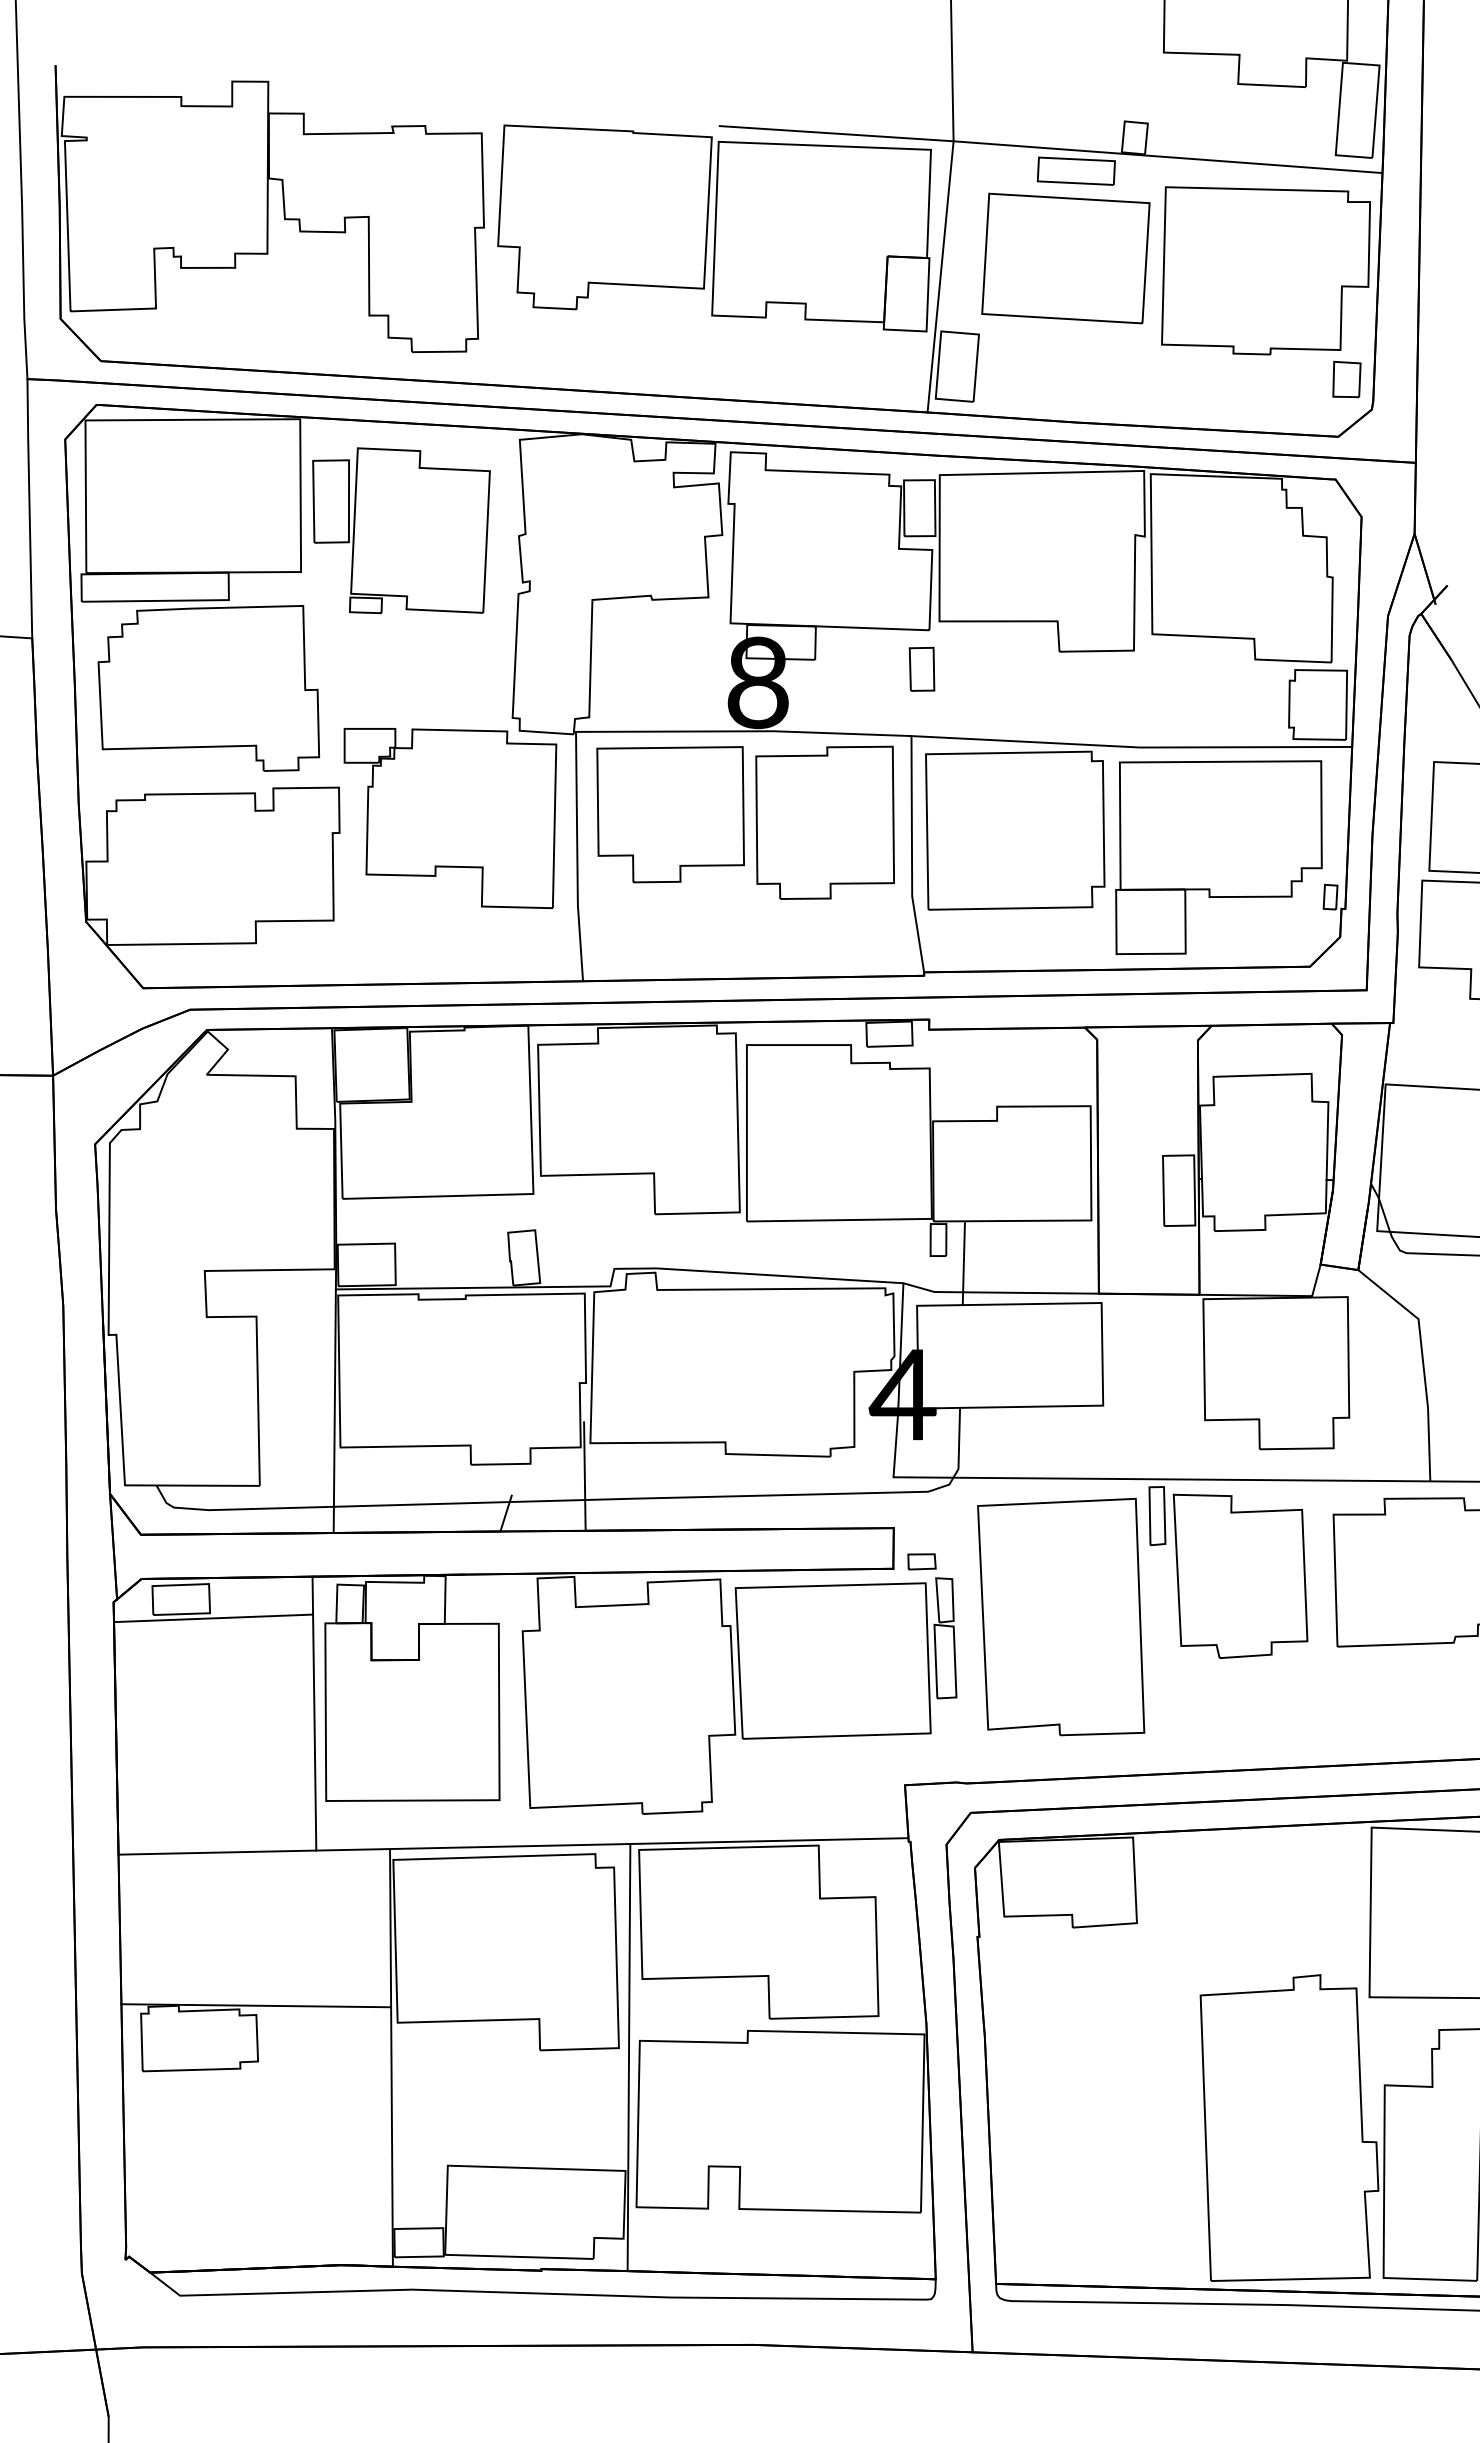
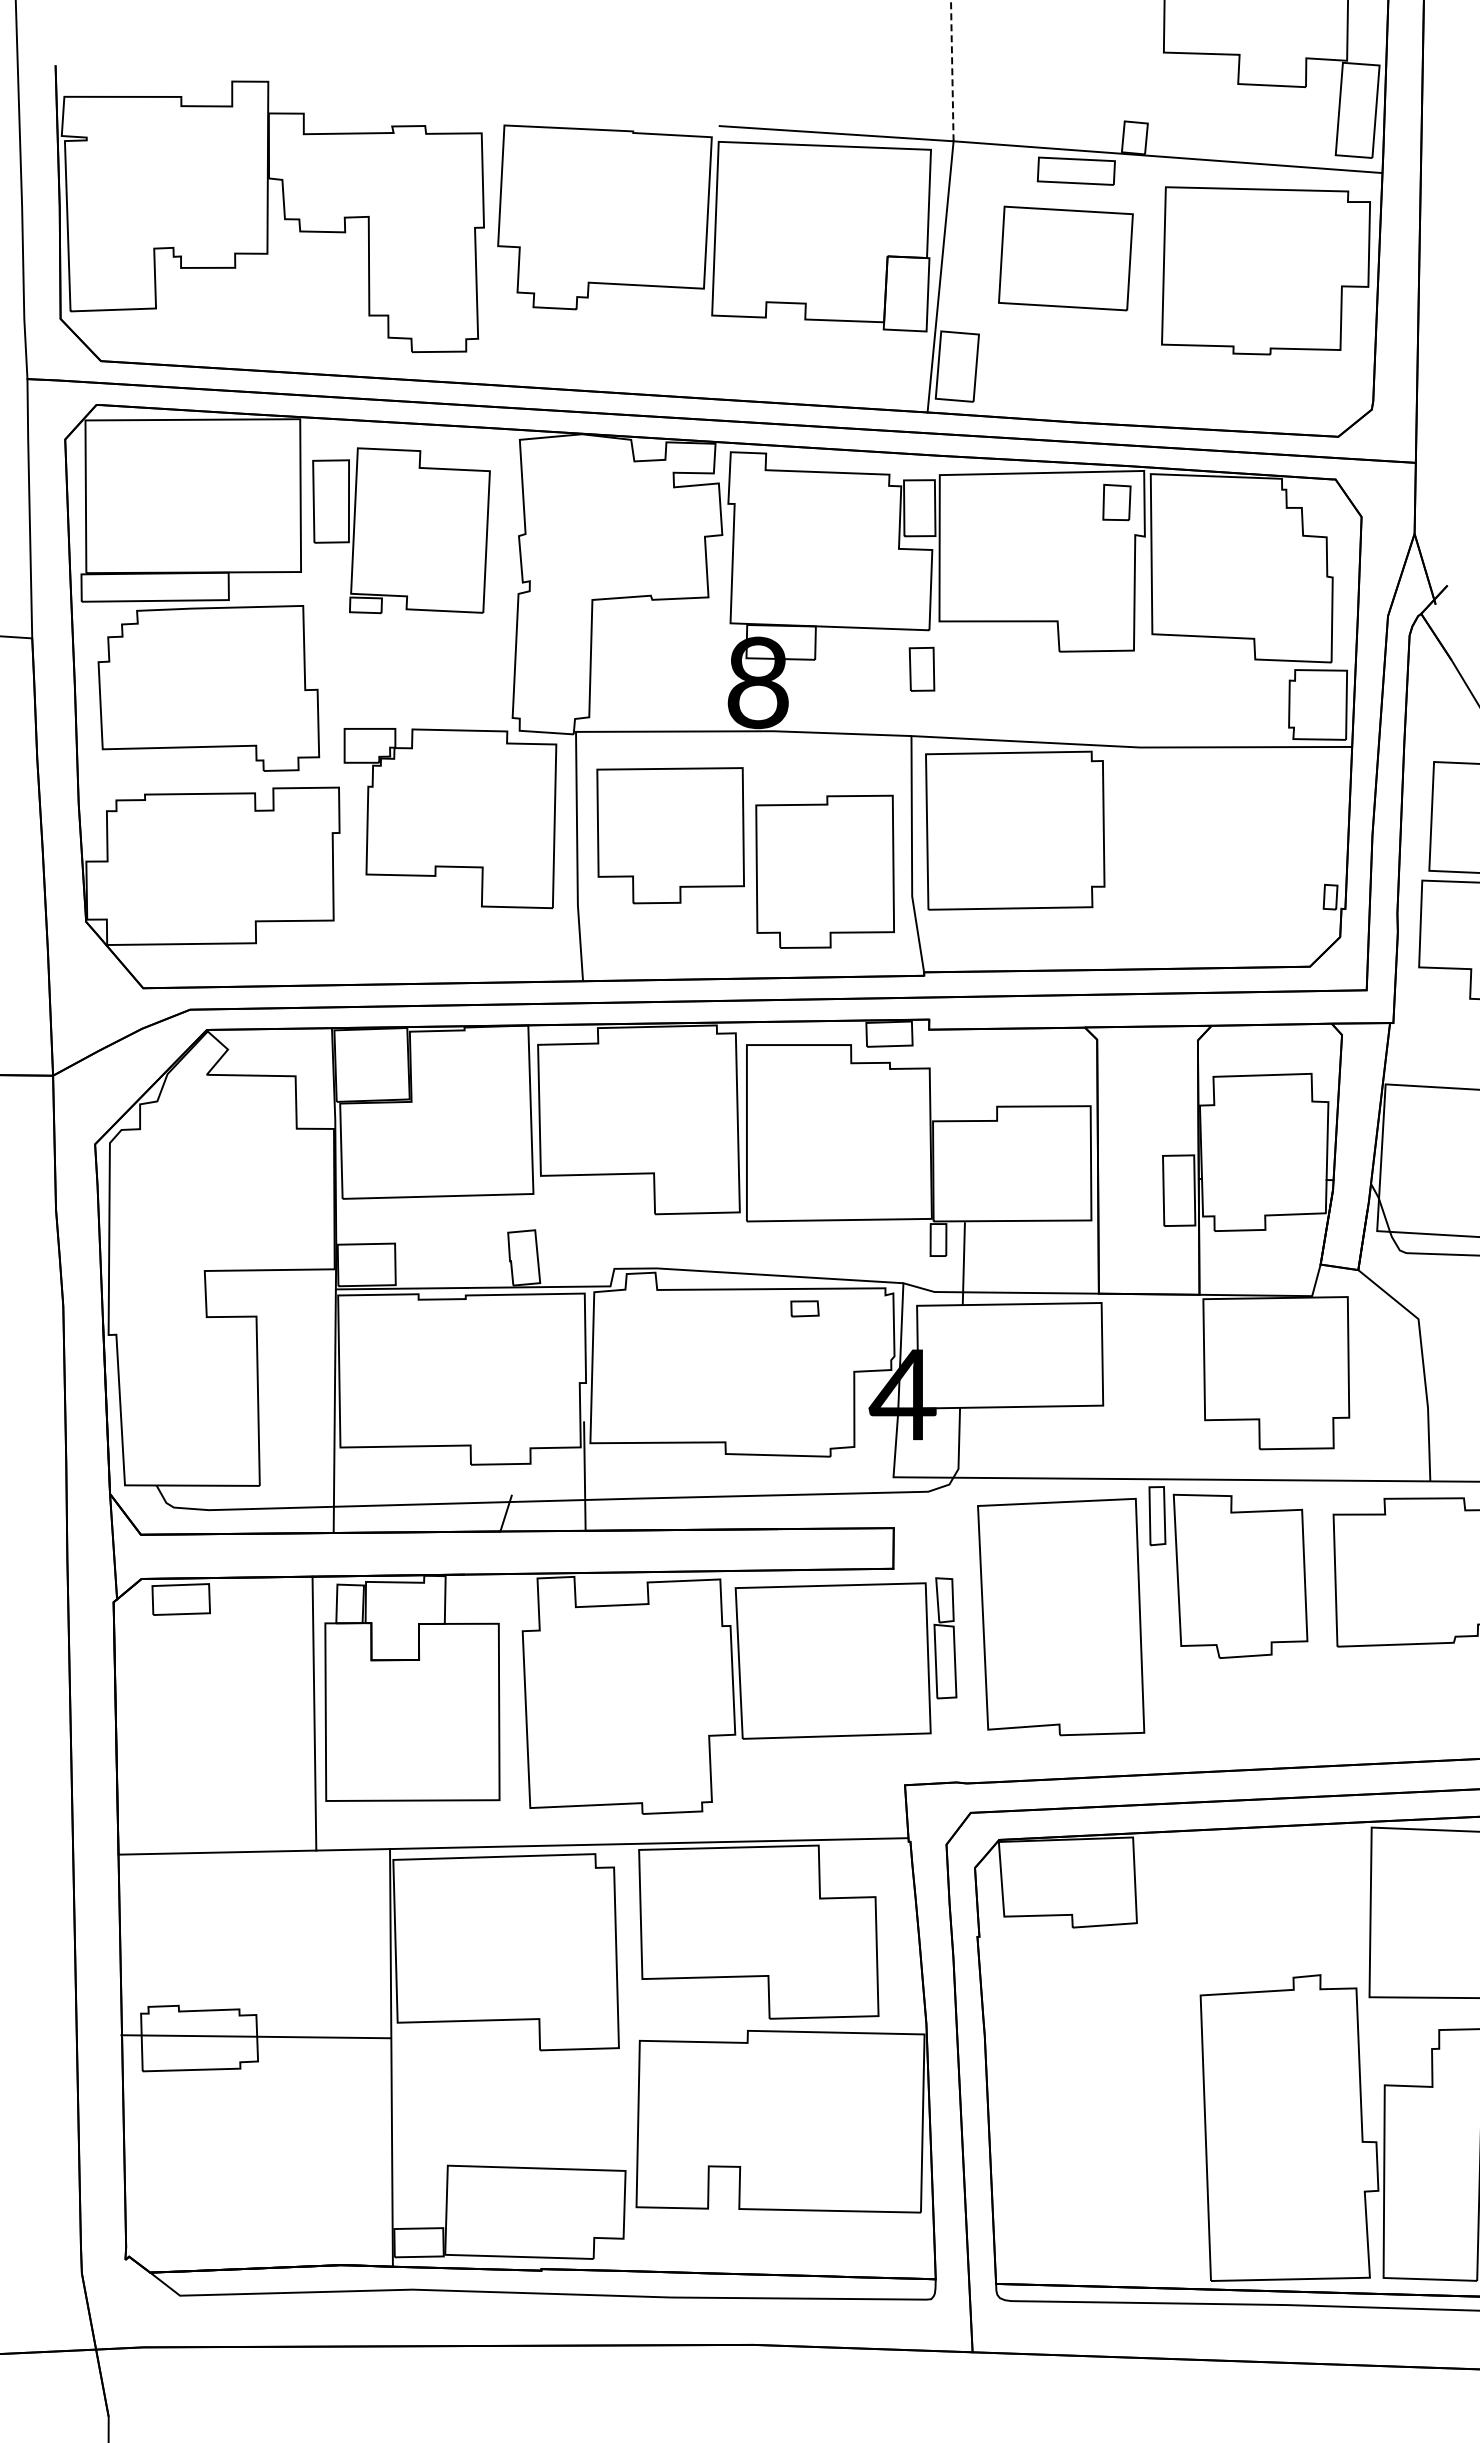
line at (952, 70): solid -> dashed
part at (1065, 258) size: 170x133 px -> 136x107 px
part at (1346, 379) position: (1346, 379) -> (1116, 502)
part at (670, 814) position: (670, 814) -> (670, 835)
part at (824, 822) position: (824, 822) -> (824, 871)
part at (1218, 857): present -> none
part at (921, 1561) position: (921, 1561) -> (804, 1308)
line at (213, 1618): present -> none
line at (256, 2005) position: (256, 2005) -> (256, 2036)
line at (628, 2057): present -> none
